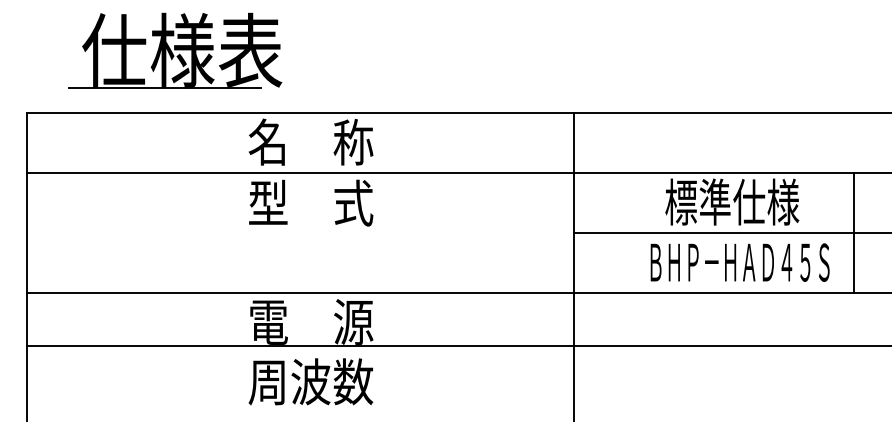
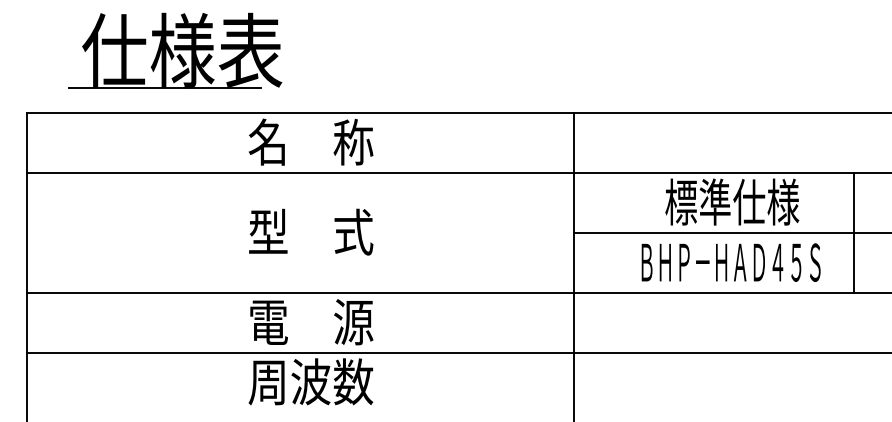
text at (311, 202) position: (311, 202) -> (311, 231)
text at (739, 262) position: (739, 262) -> (730, 262)
line at (457, 345) position: (457, 345) -> (457, 352)
